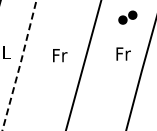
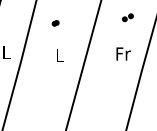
part at (127, 17) size: 20x15 px -> 12x10 px
part at (55, 23): none -> present
text at (60, 55): Fr -> L
line at (20, 64): dashed -> solid
